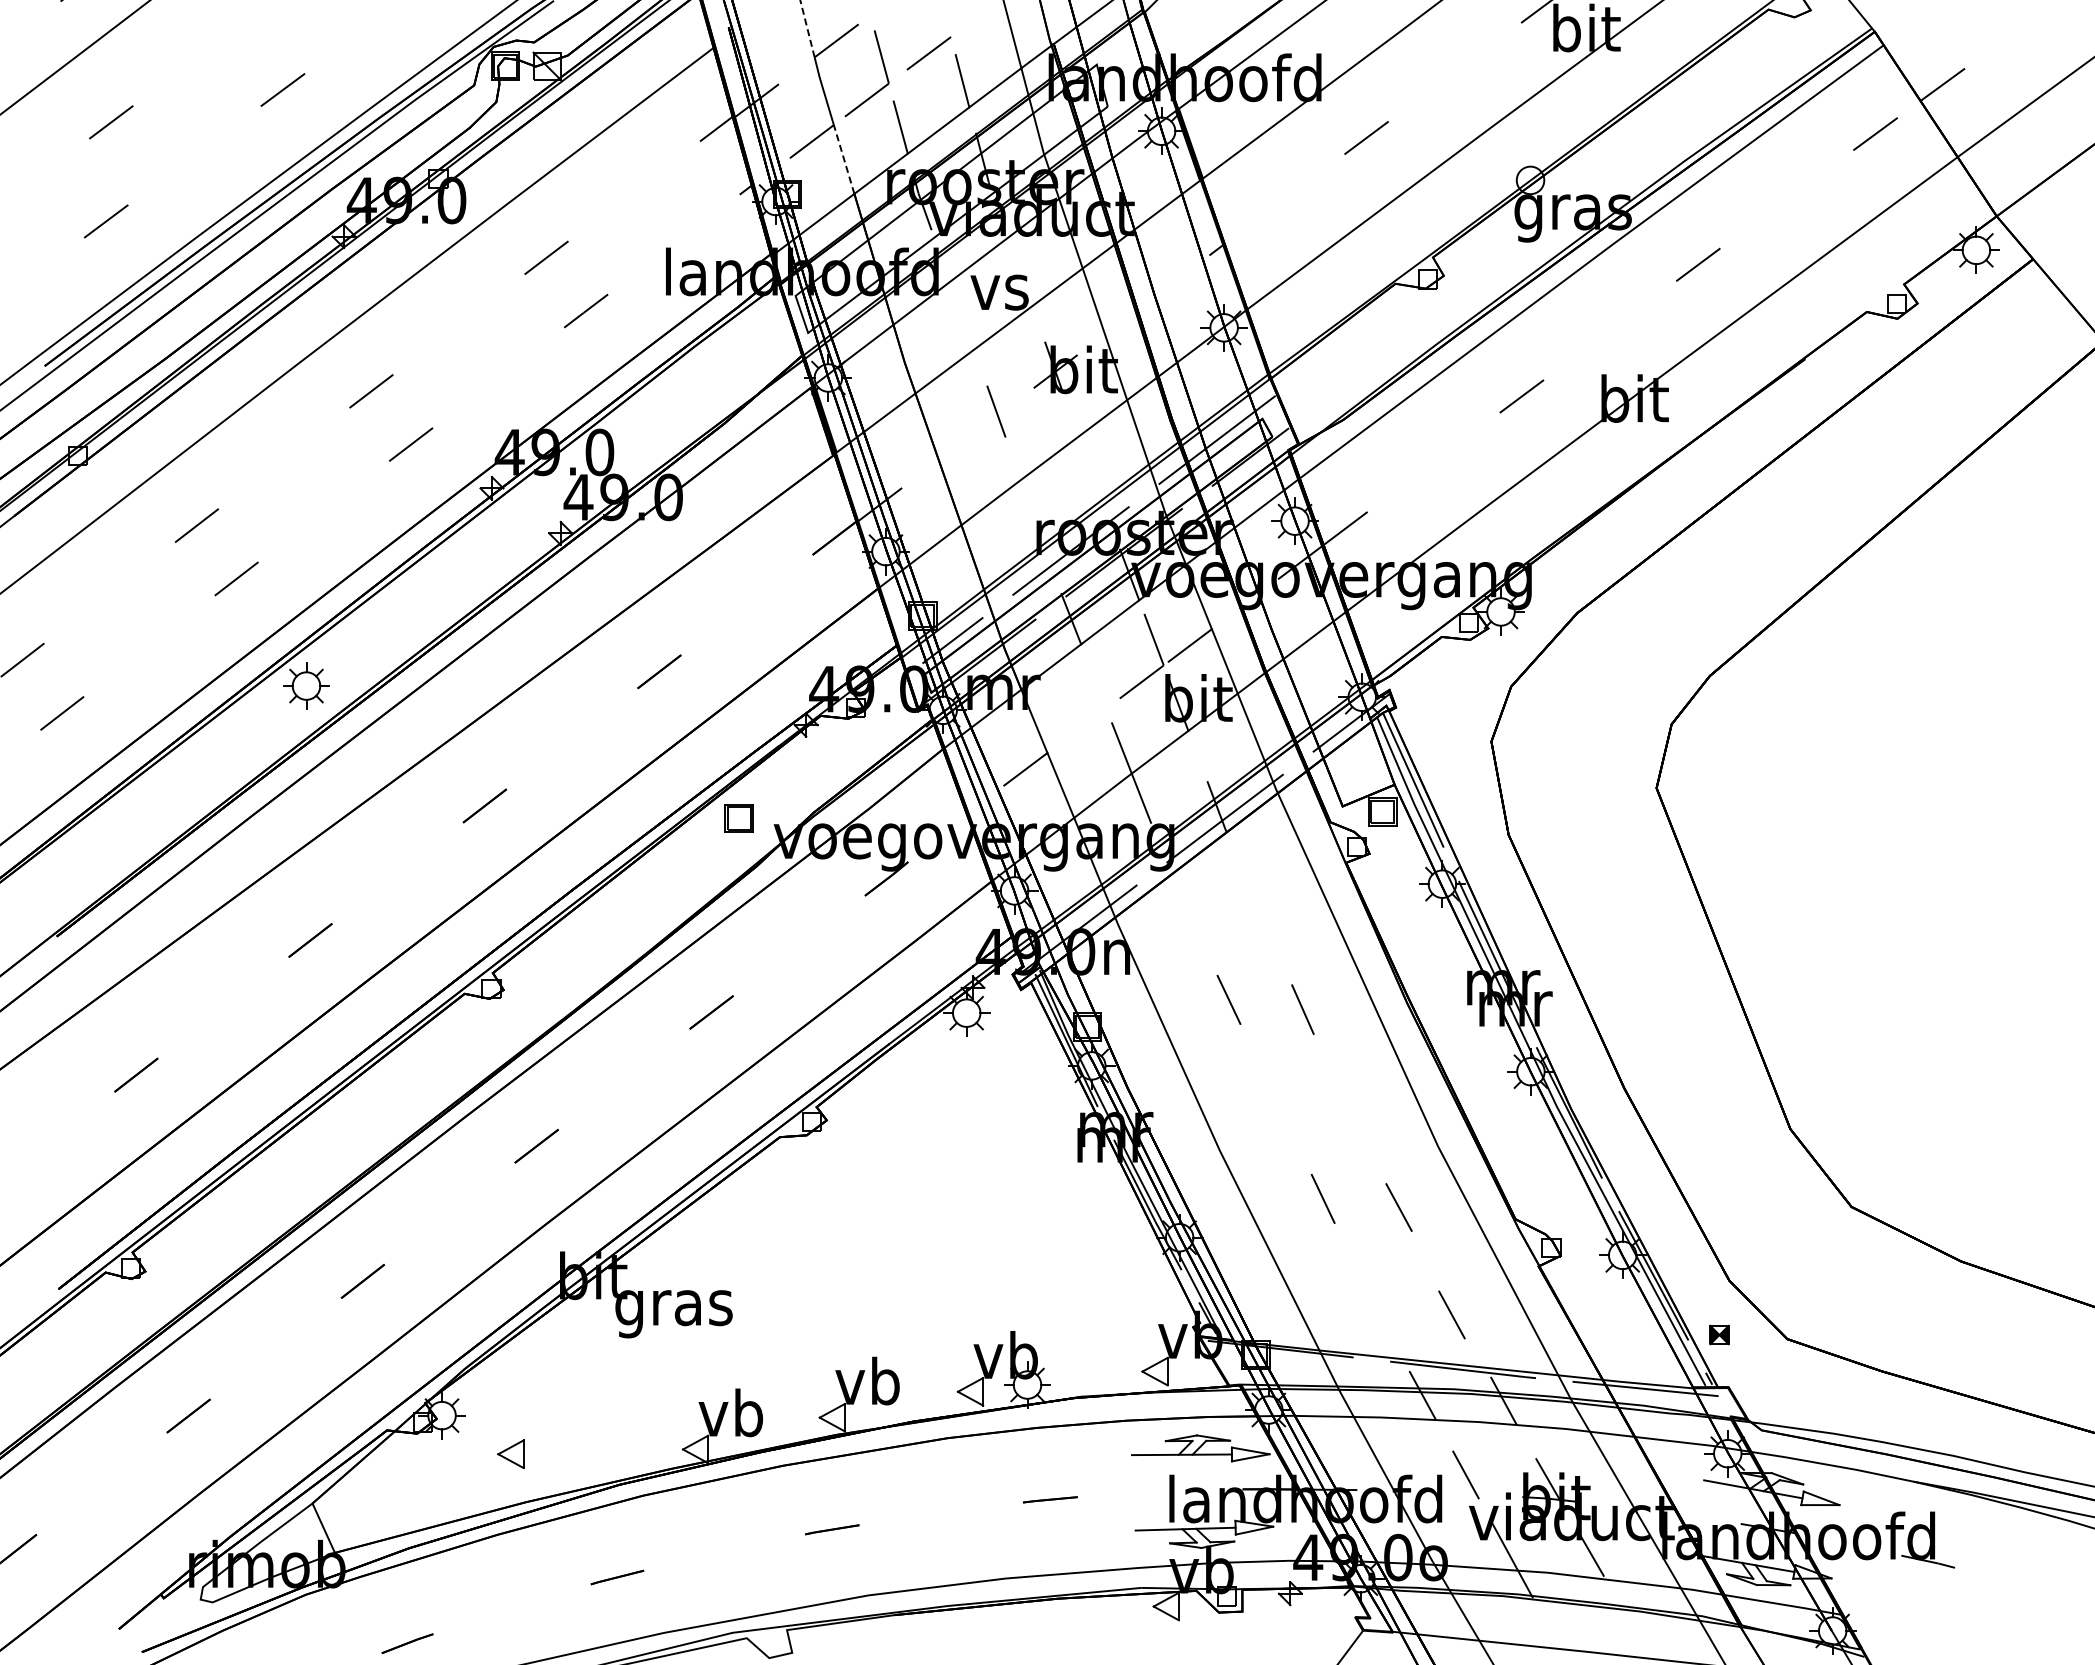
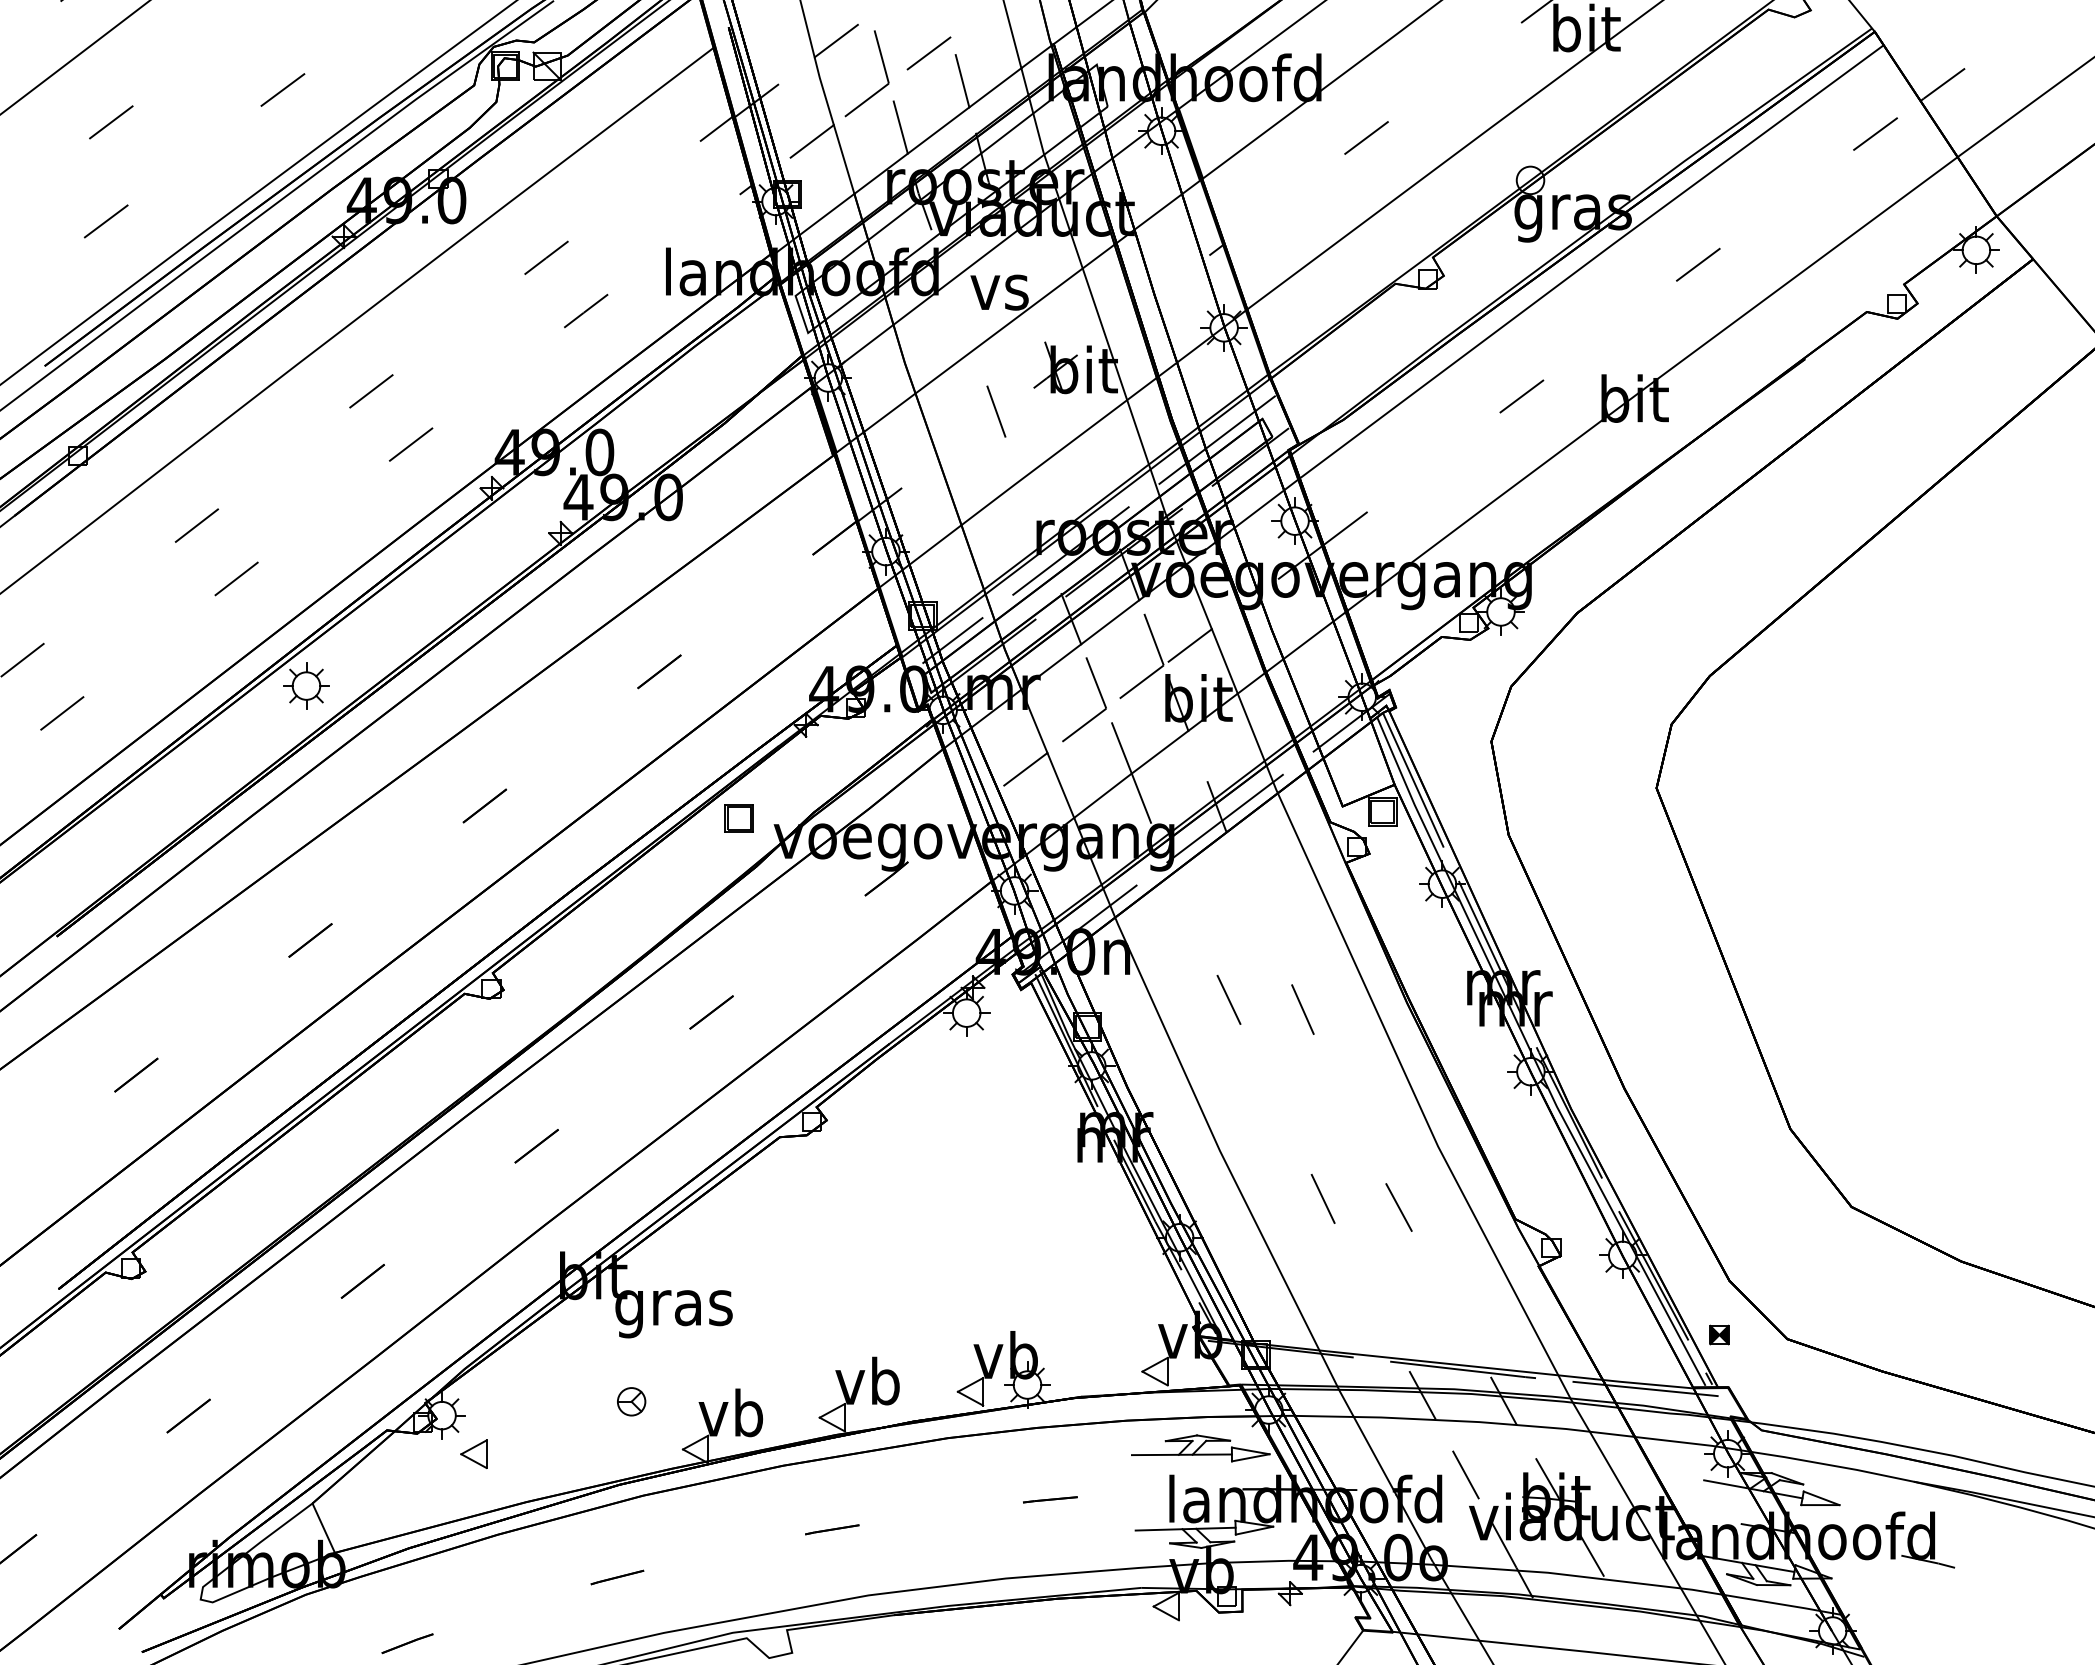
line at (807, 28): dashed -> solid
line at (844, 159): dashed -> solid
part at (1099, 694): none -> present
line at (1451, 1314): present -> none
part at (631, 1401): none -> present
part at (510, 1453) position: (510, 1453) -> (473, 1453)
